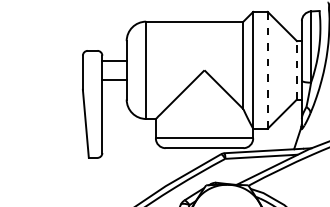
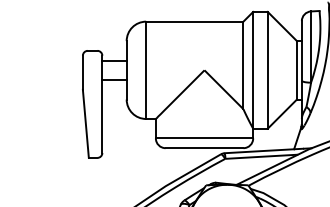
line at (267, 69): dashed -> solid
line at (296, 69): dashed -> solid
